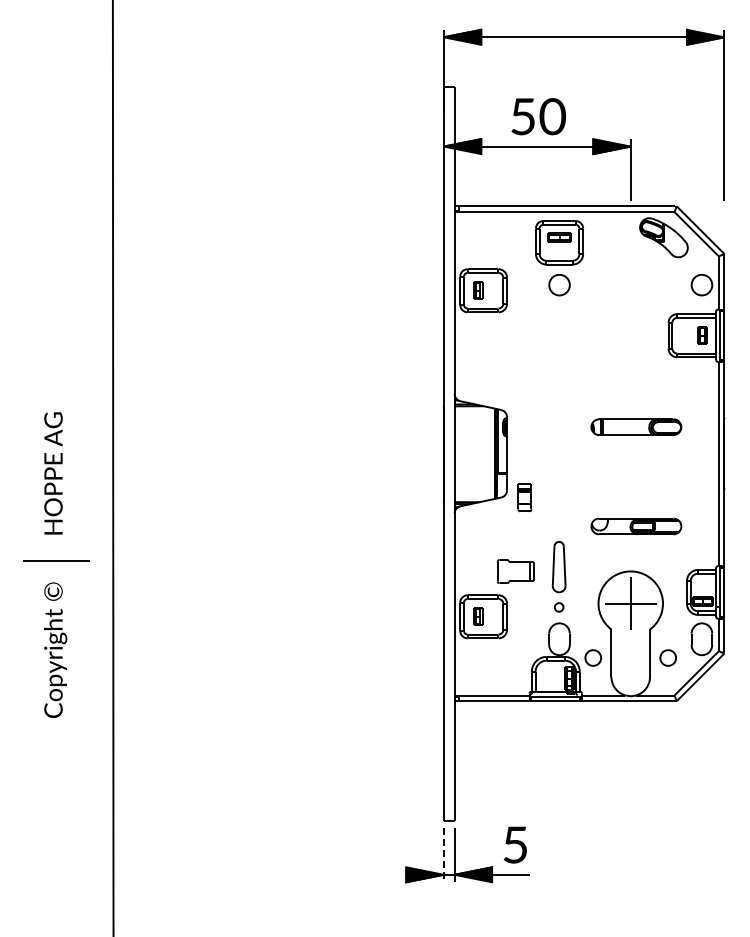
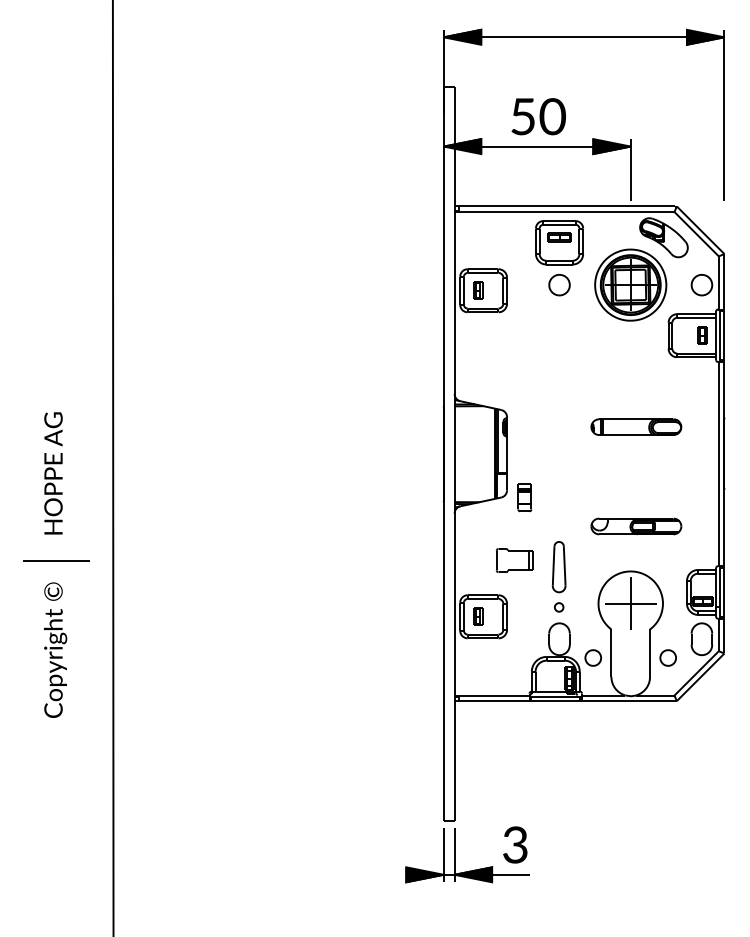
part at (630, 284): none -> present
part at (515, 571) position: (515, 571) -> (514, 560)
text at (515, 844): 5 -> 3
line at (443, 855): dashed -> solid
